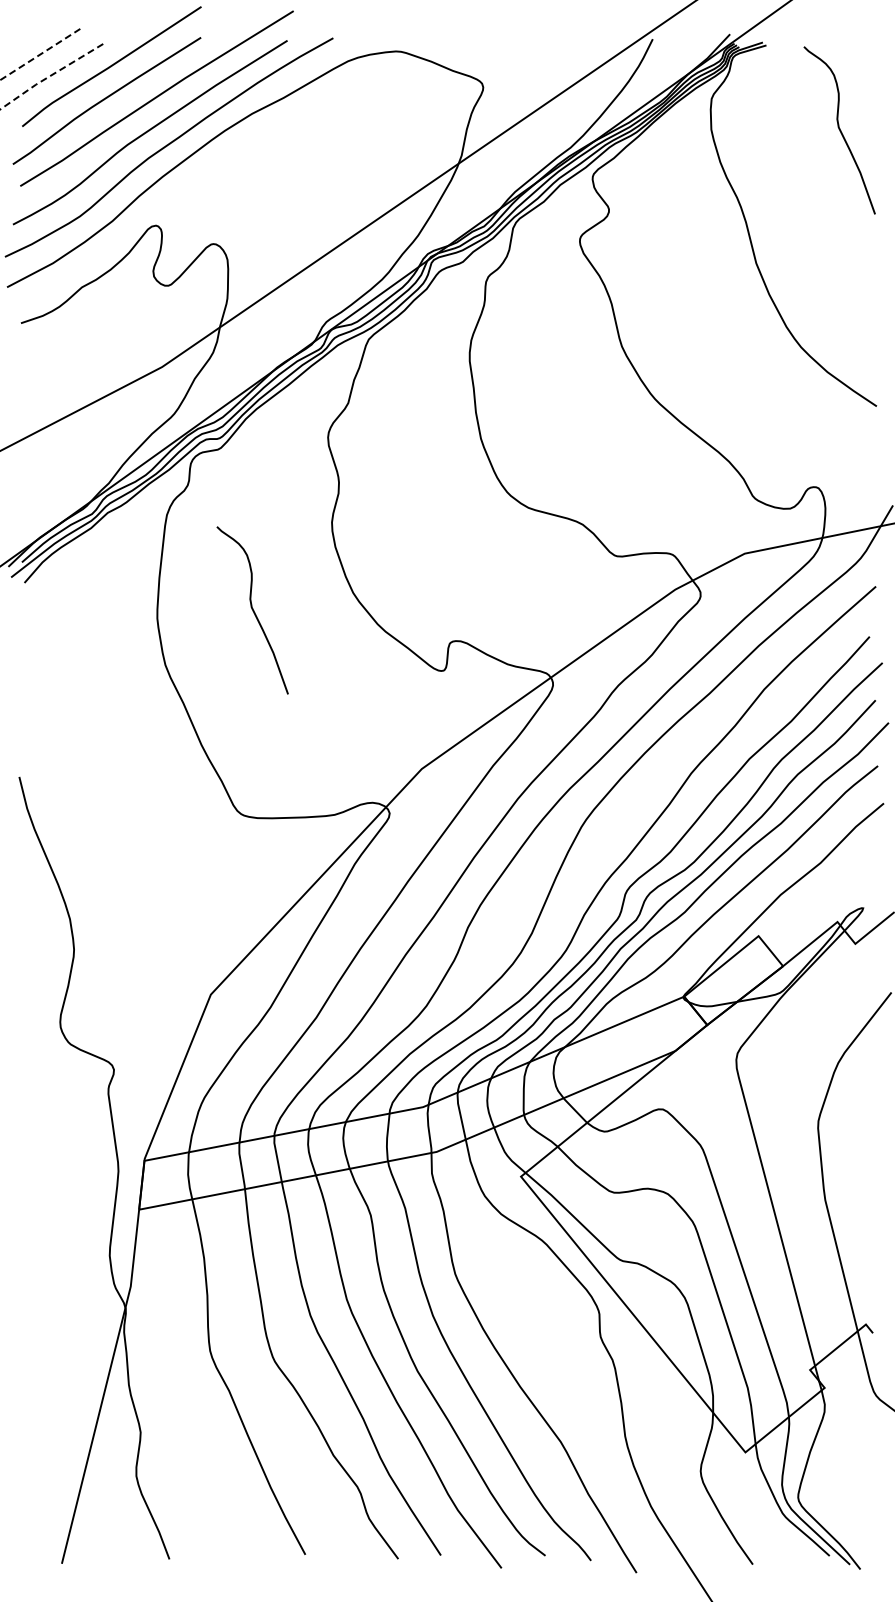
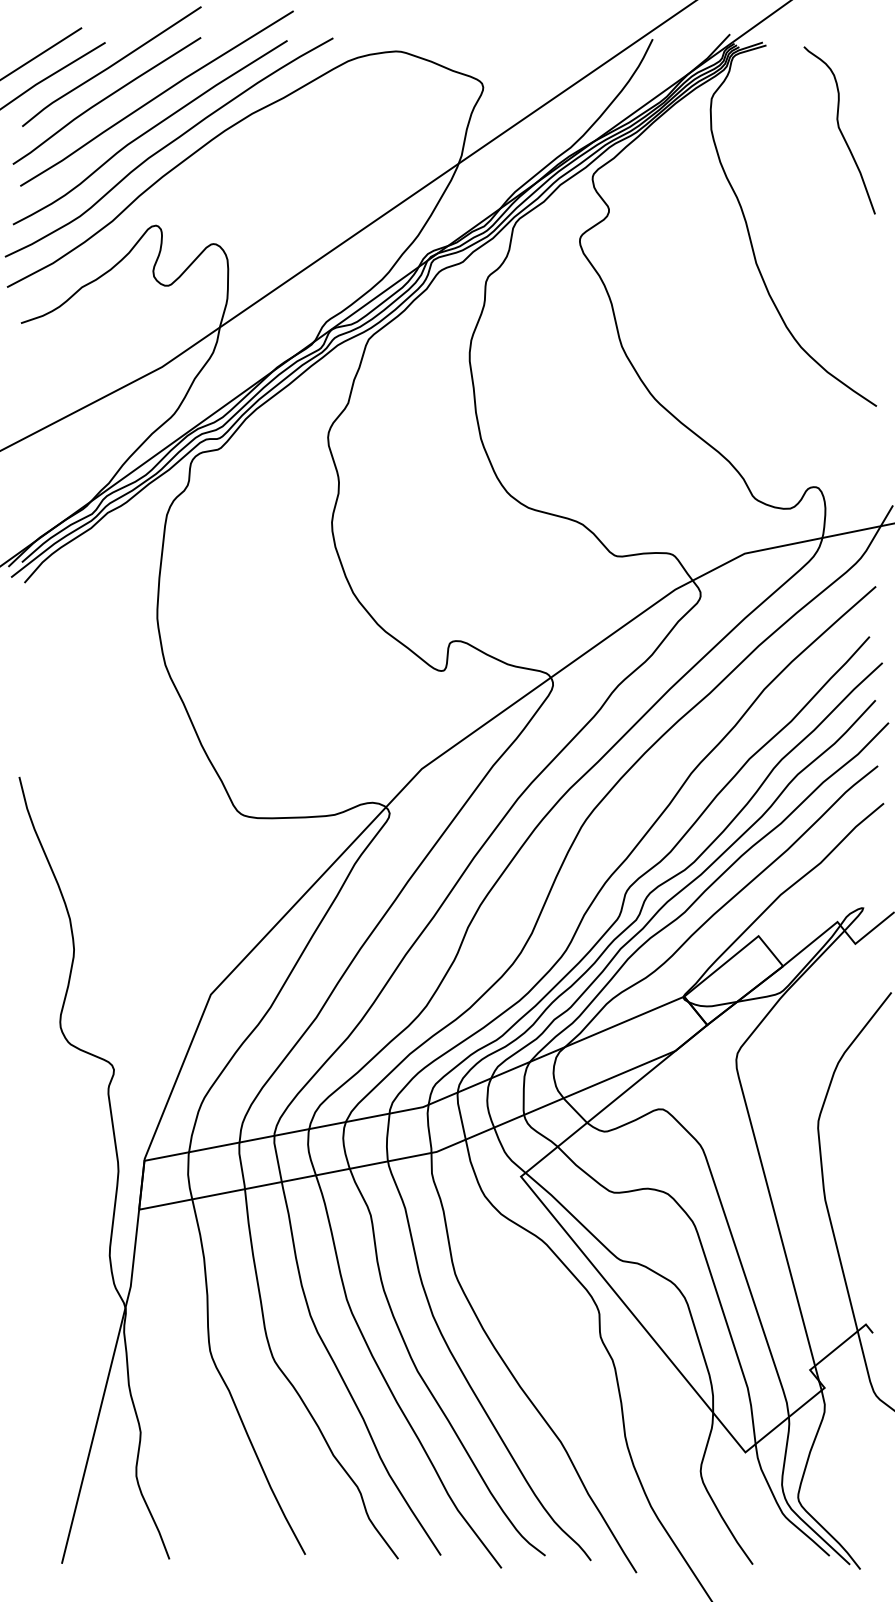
line at (41, 53): dashed -> solid
line at (52, 74): dashed -> solid
curve at (252, 610): present -> none
